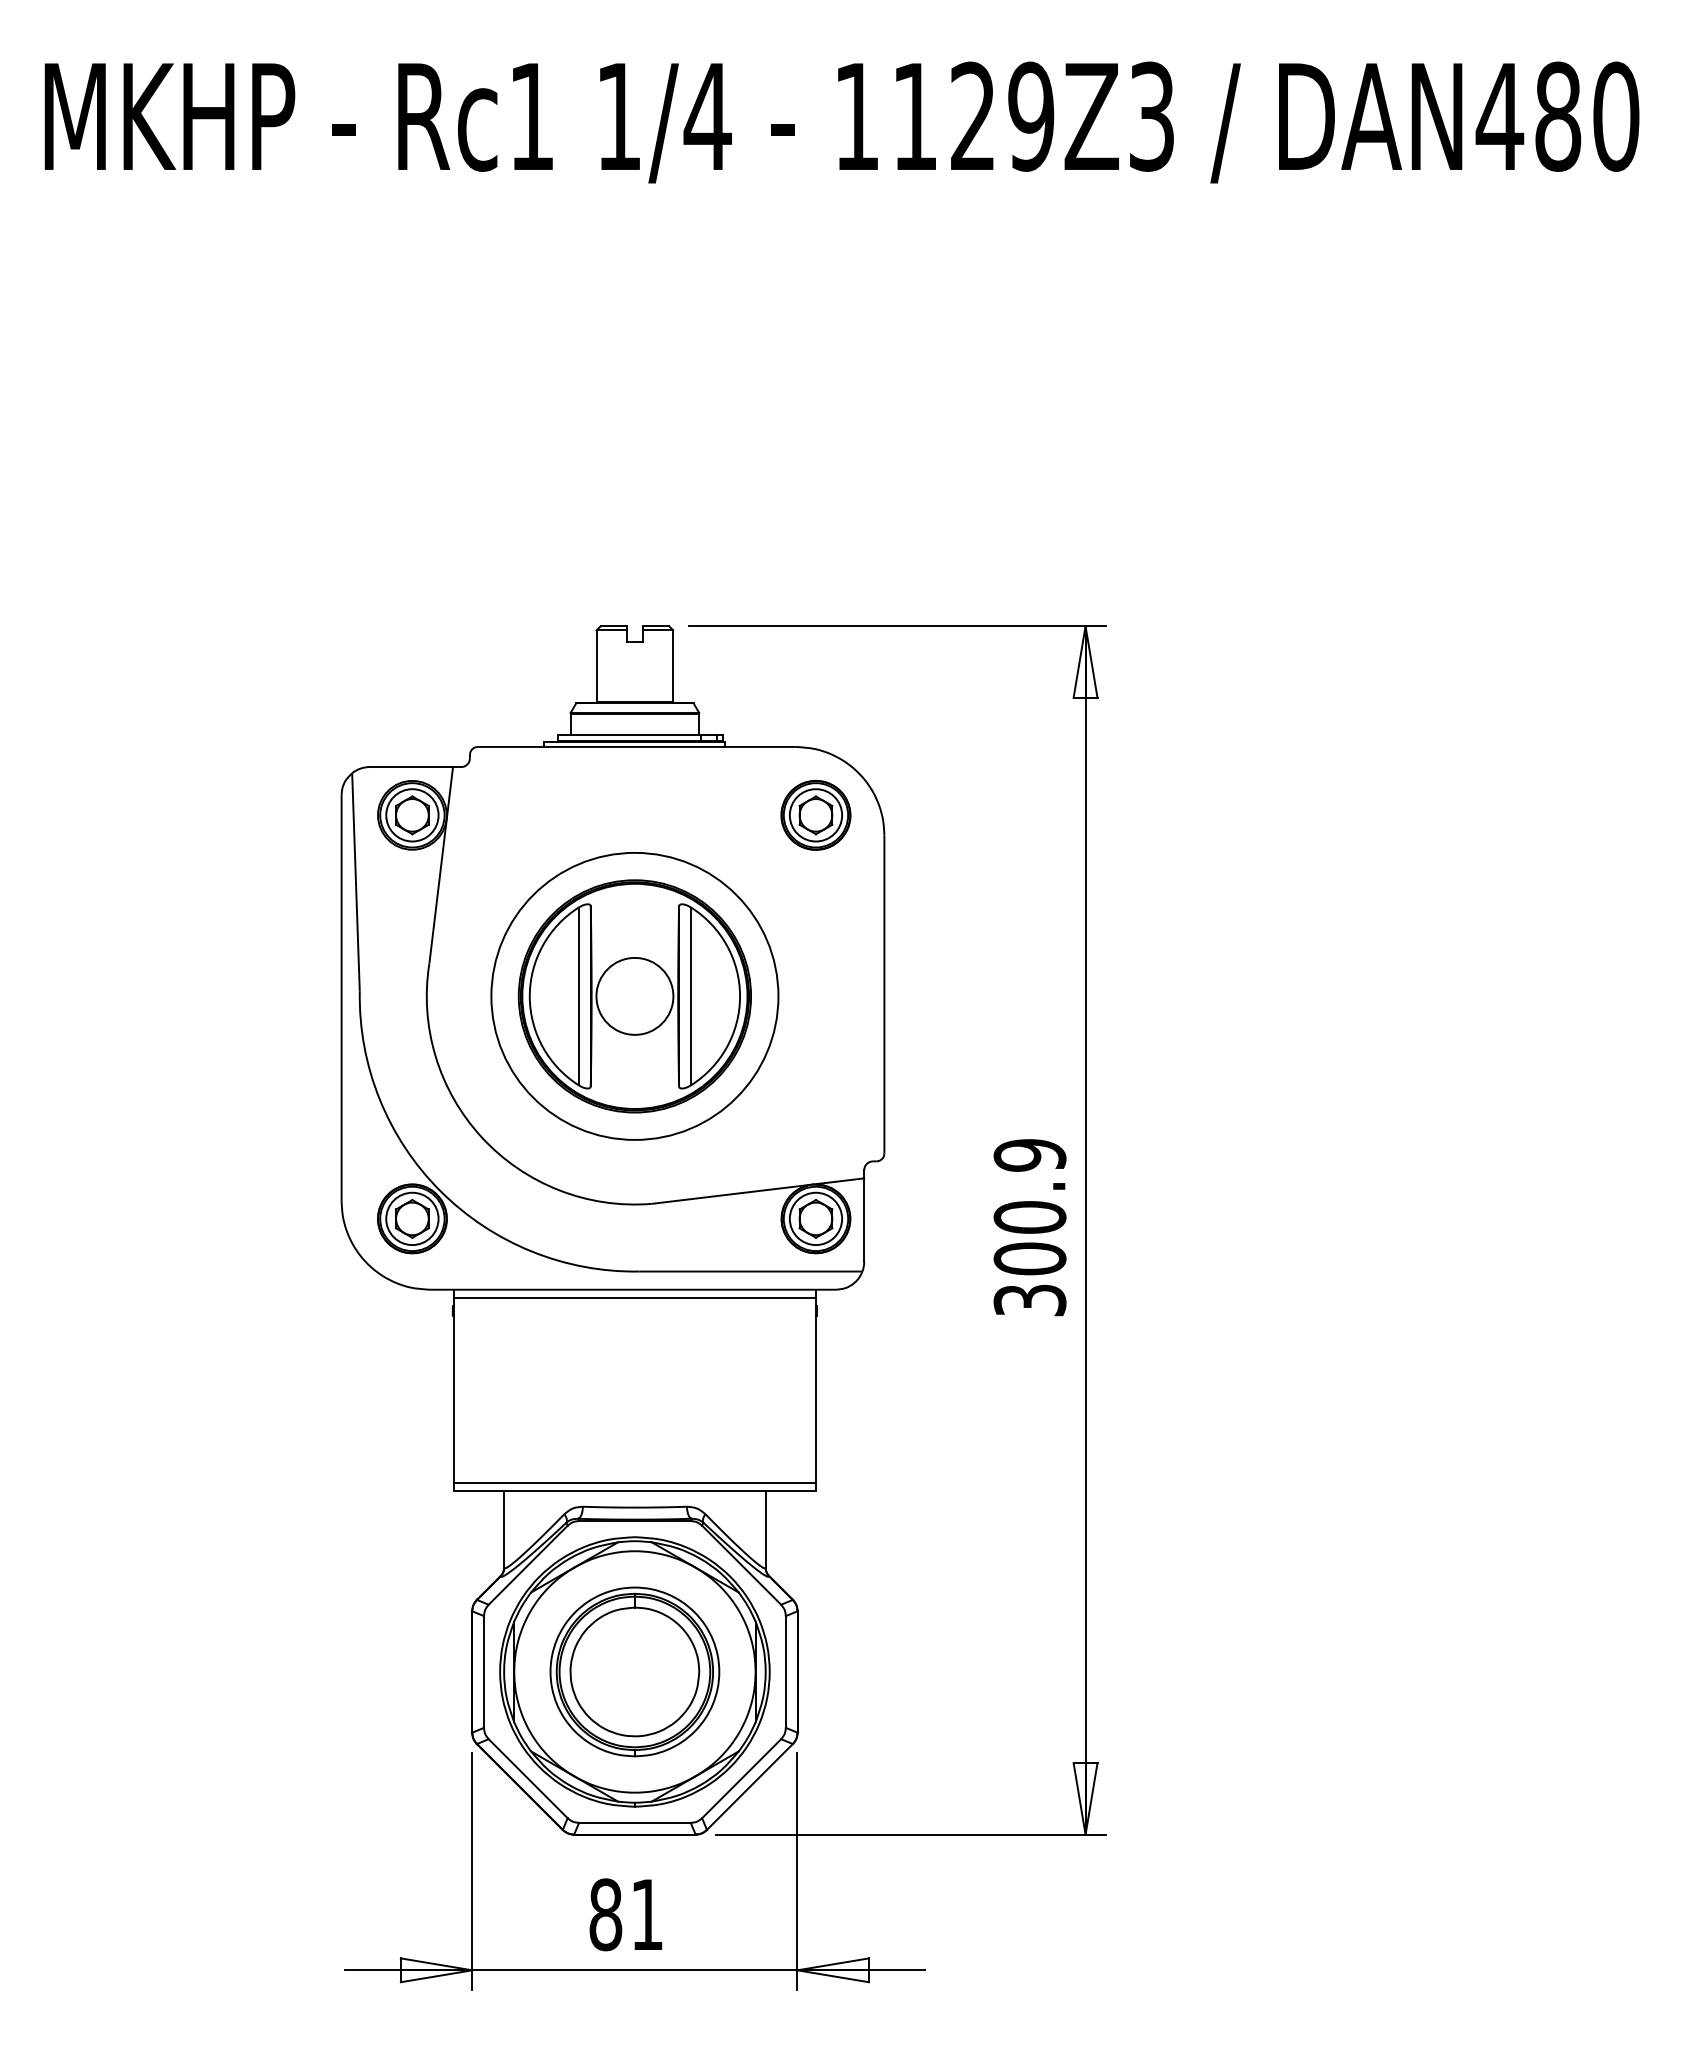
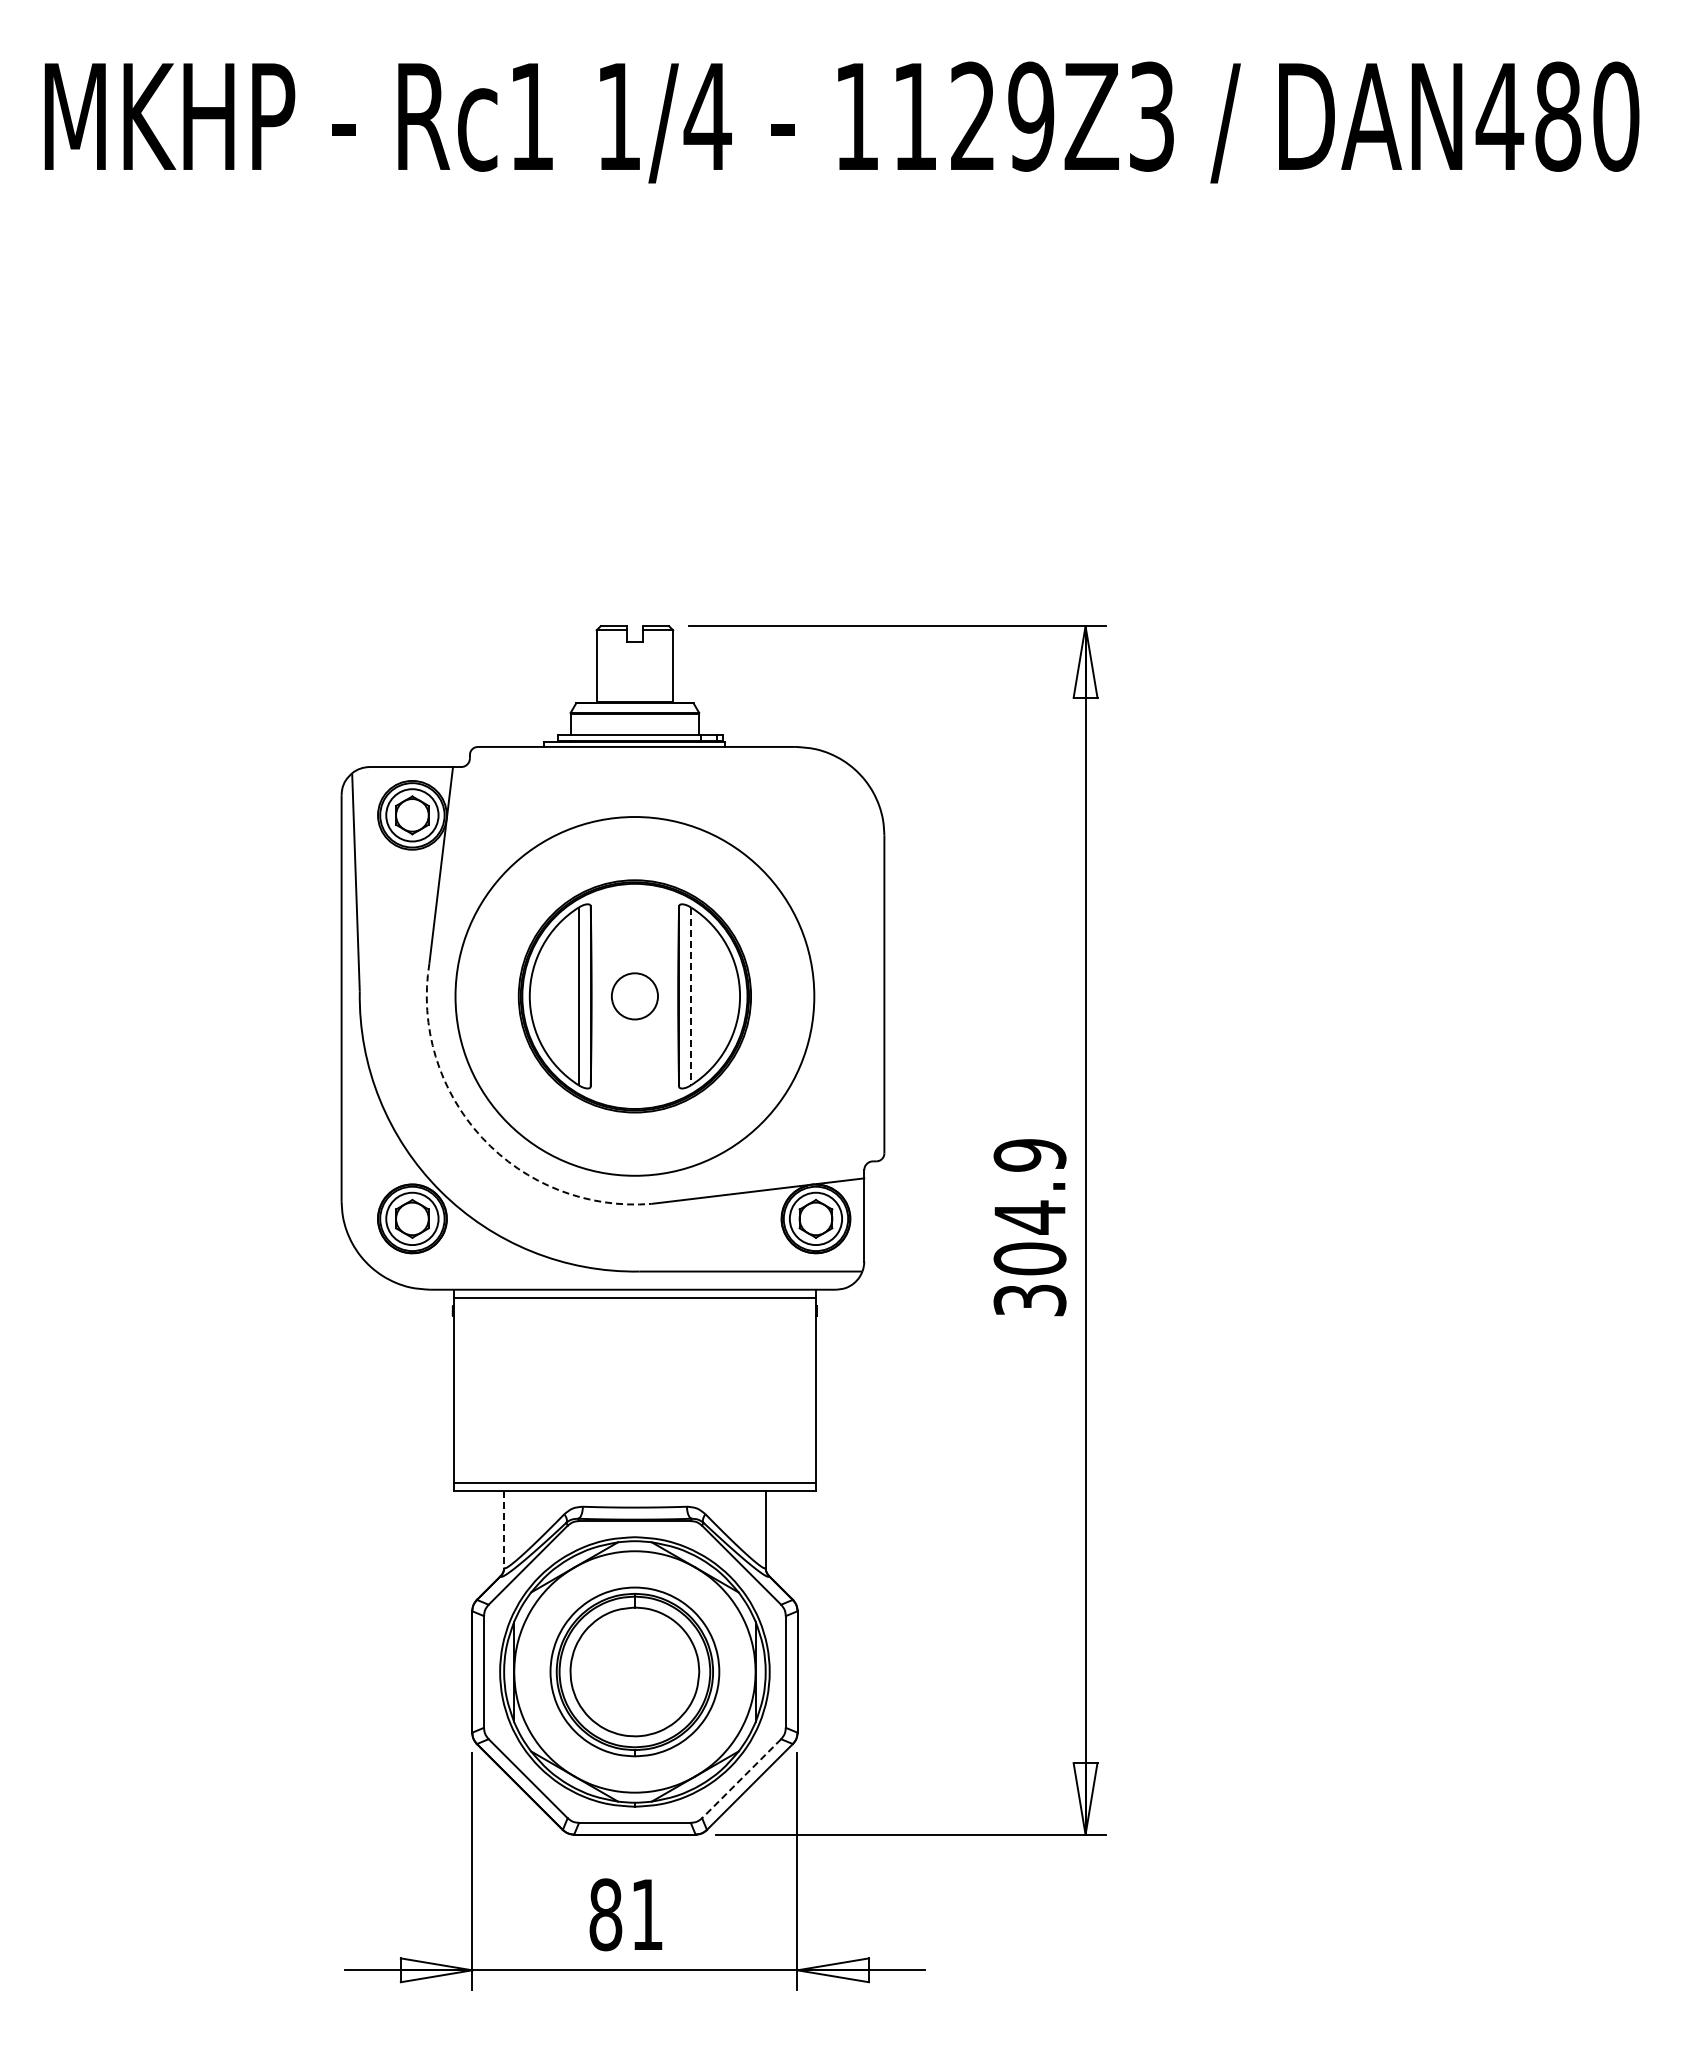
part at (815, 814): present -> none
circle at (634, 995) diameter: 287 px -> 359 px
circle at (634, 995) diameter: 77 px -> 46 px
line at (691, 996): solid -> dashed
arc at (482, 1137): solid -> dashed
text at (1029, 1217): 300.9 -> 304.9
line at (504, 1529): solid -> dashed
line at (741, 1778): solid -> dashed
